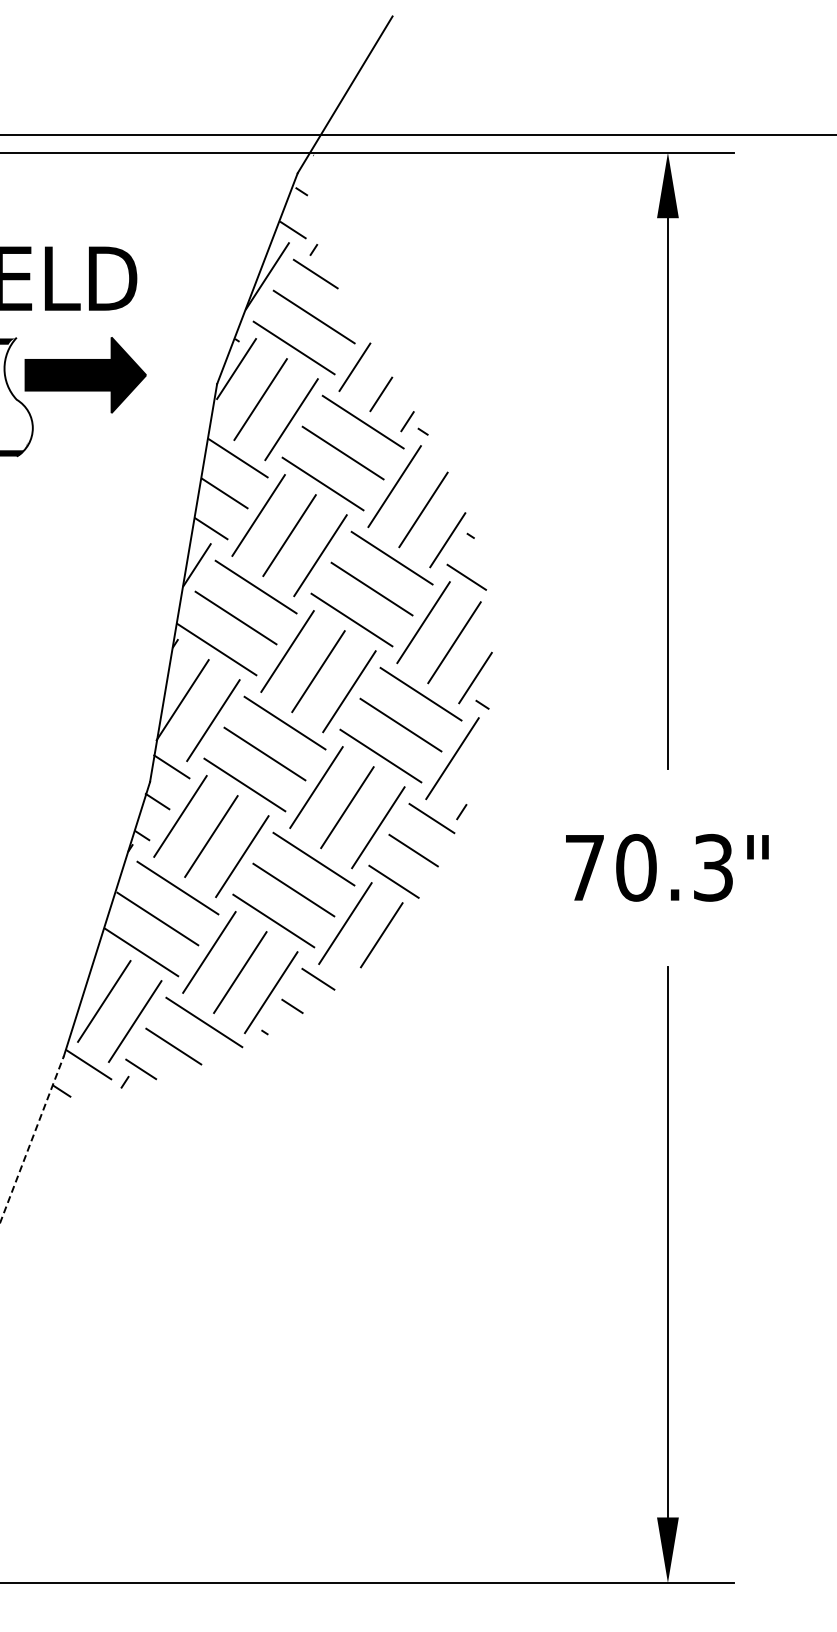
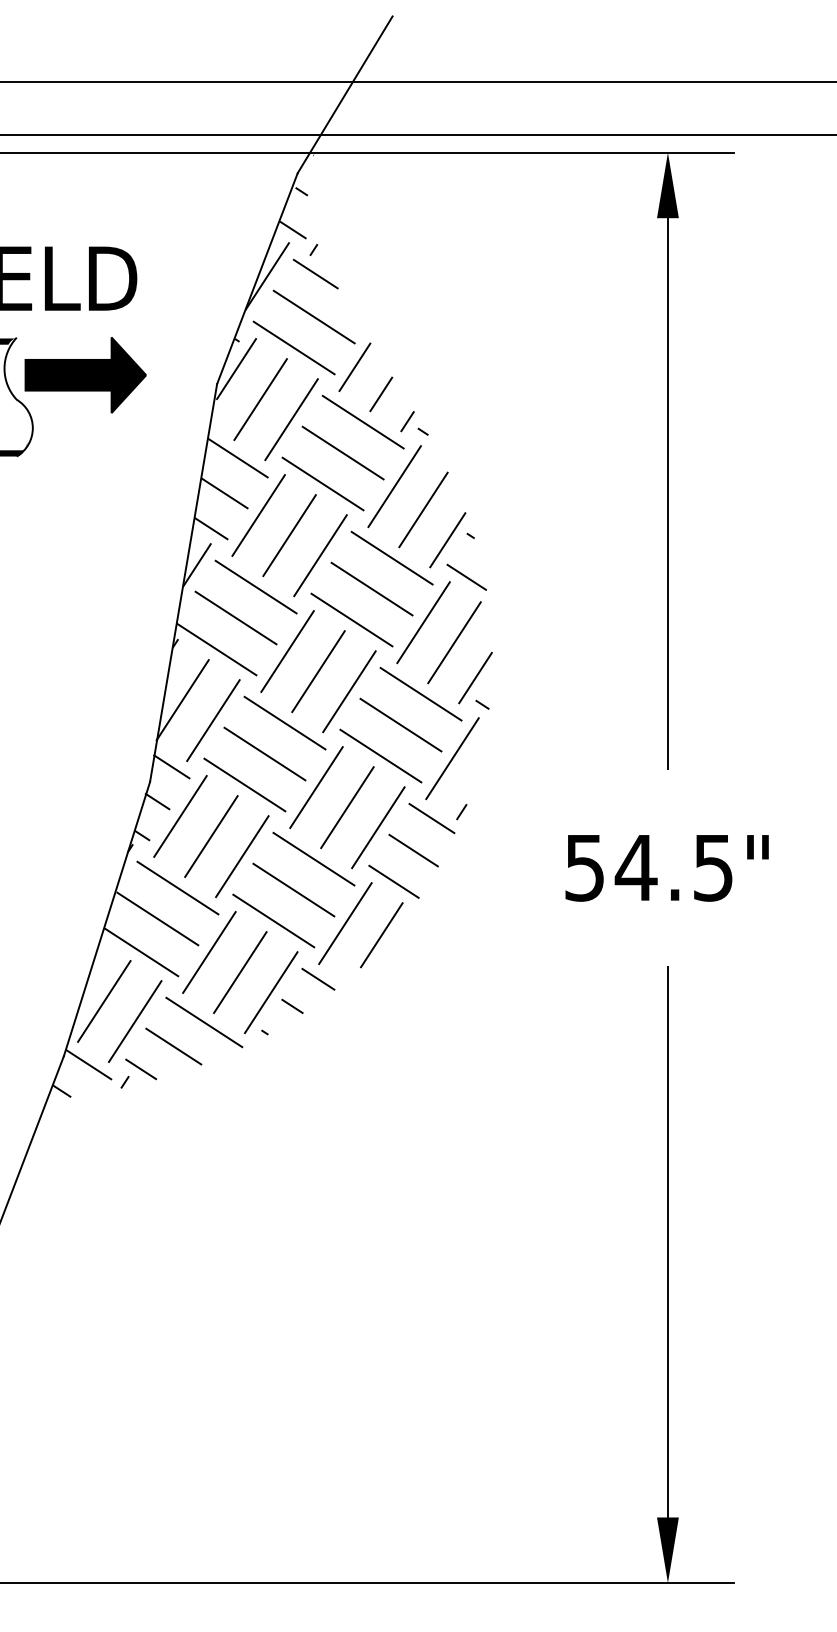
line at (417, 82): none -> present
text at (648, 867): 70.3" -> 54.5"
line at (32, 1139): dashed -> solid
